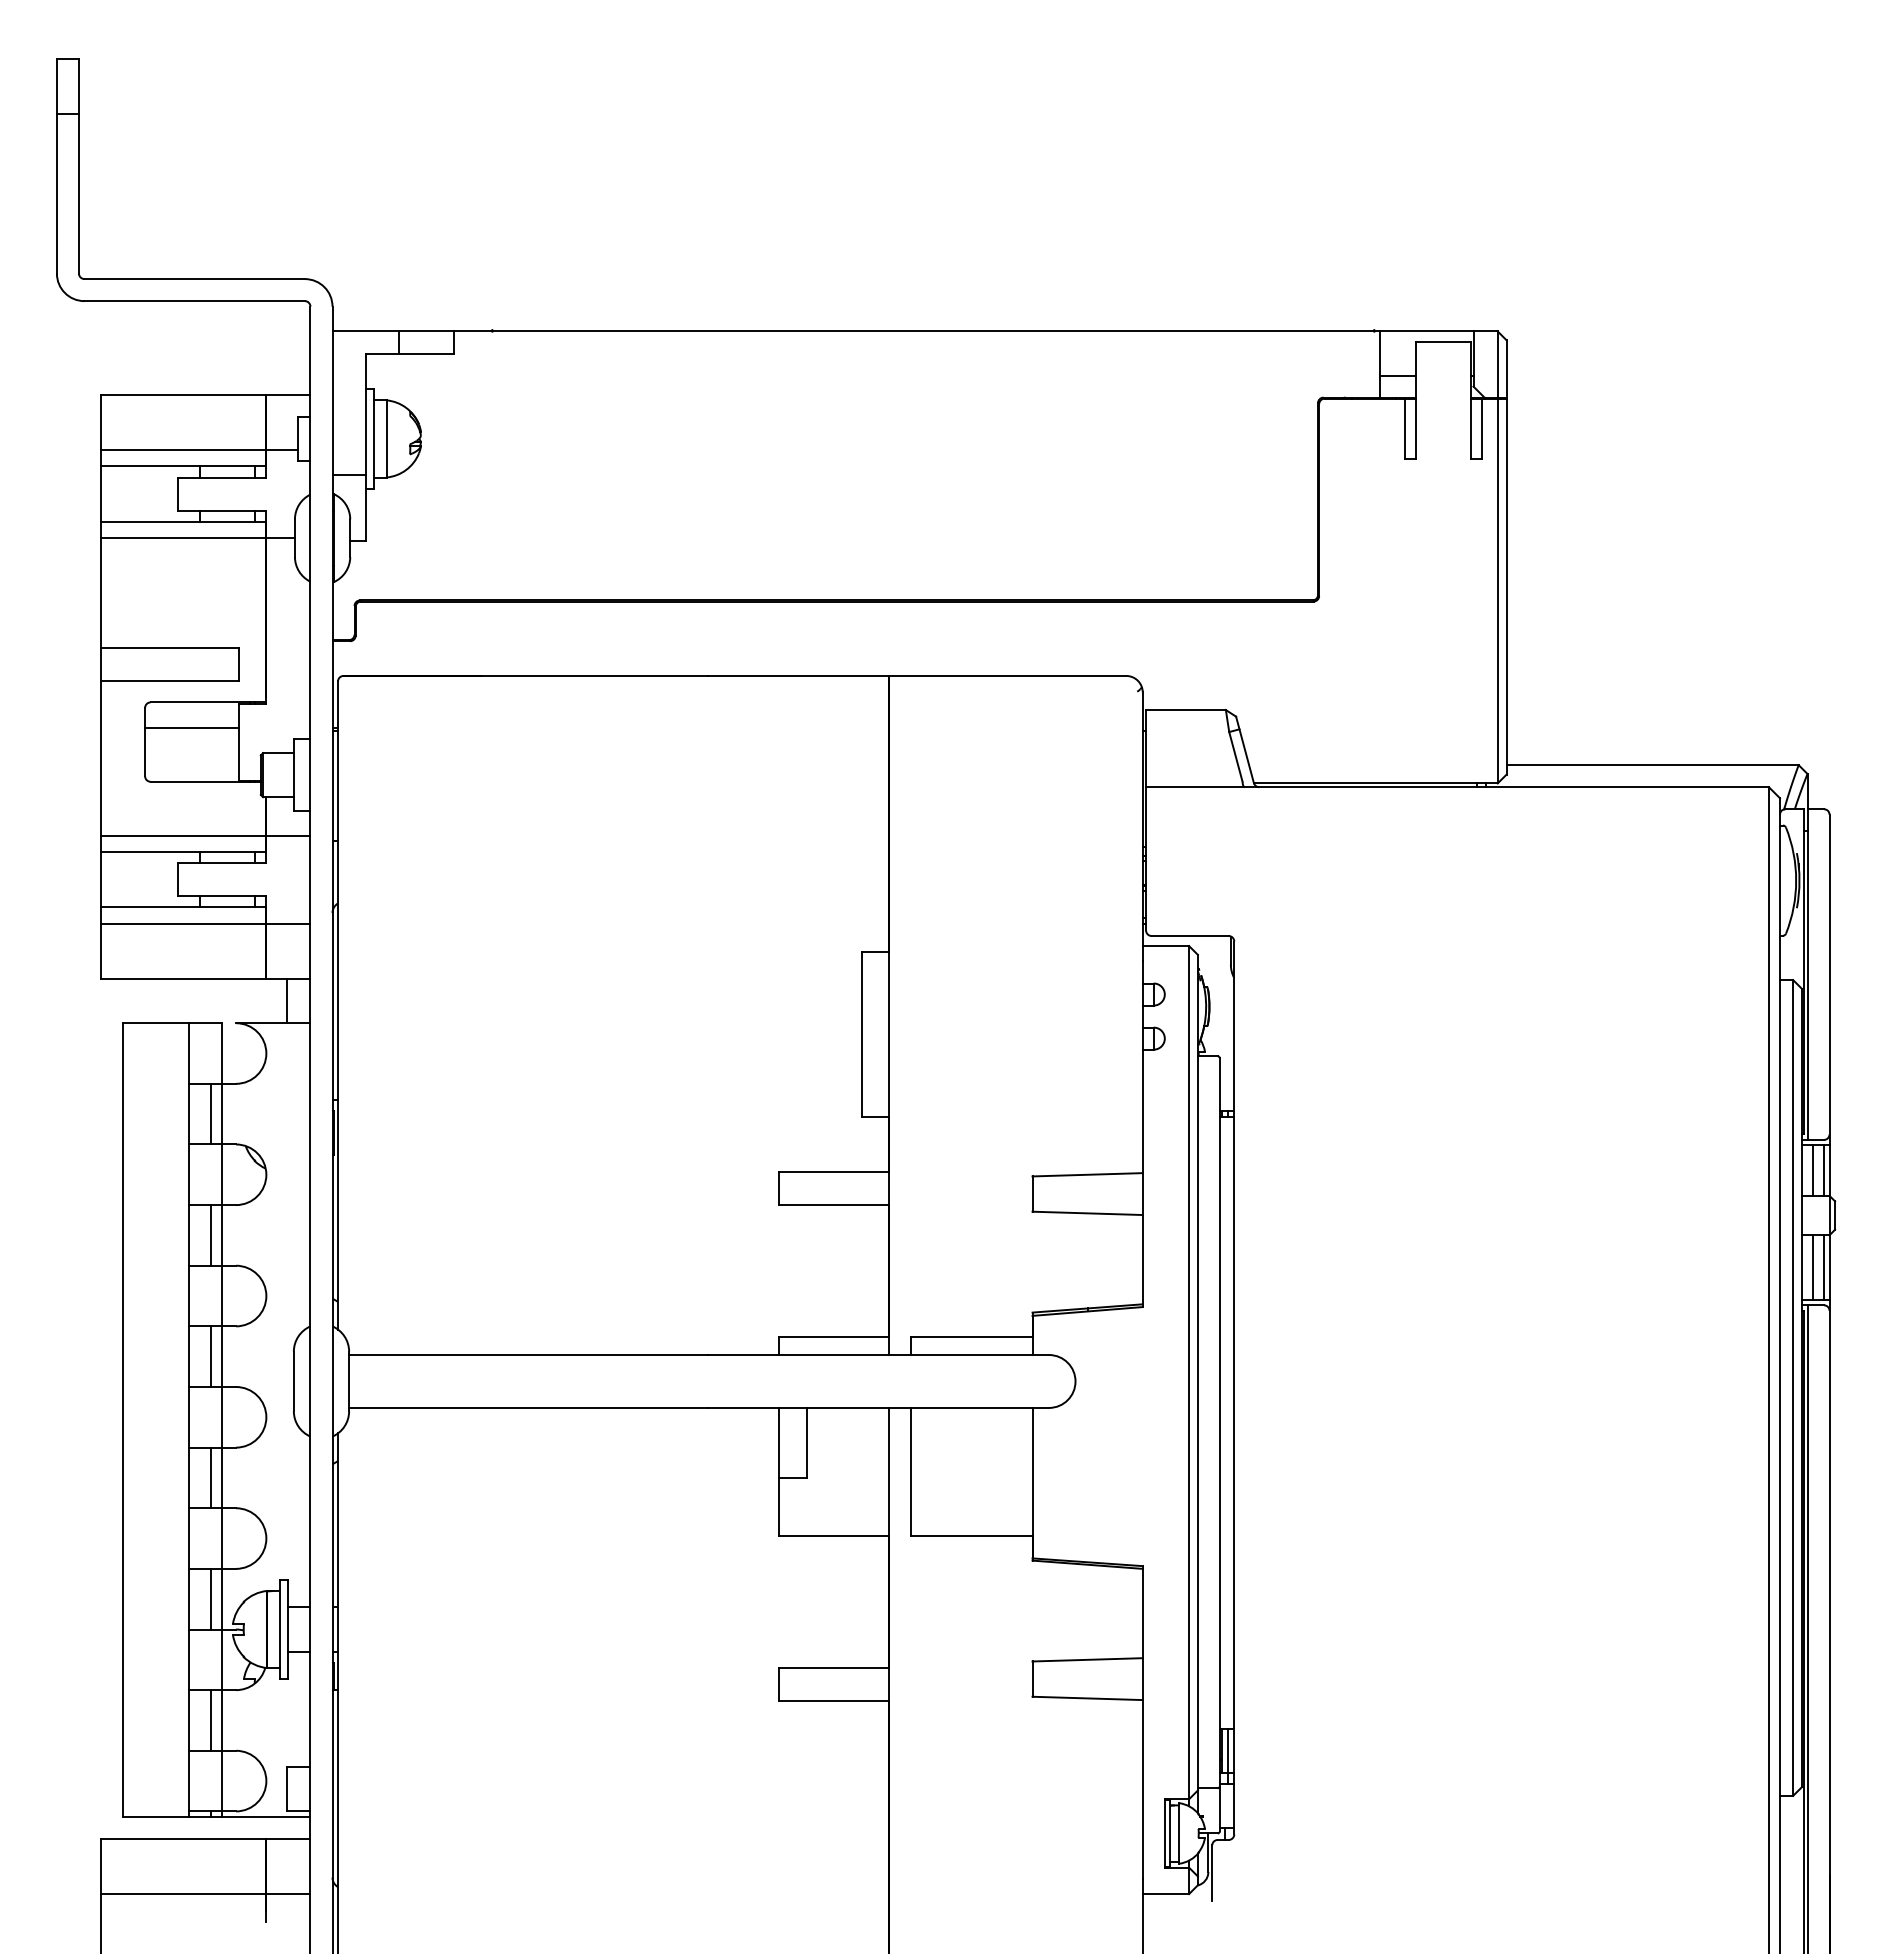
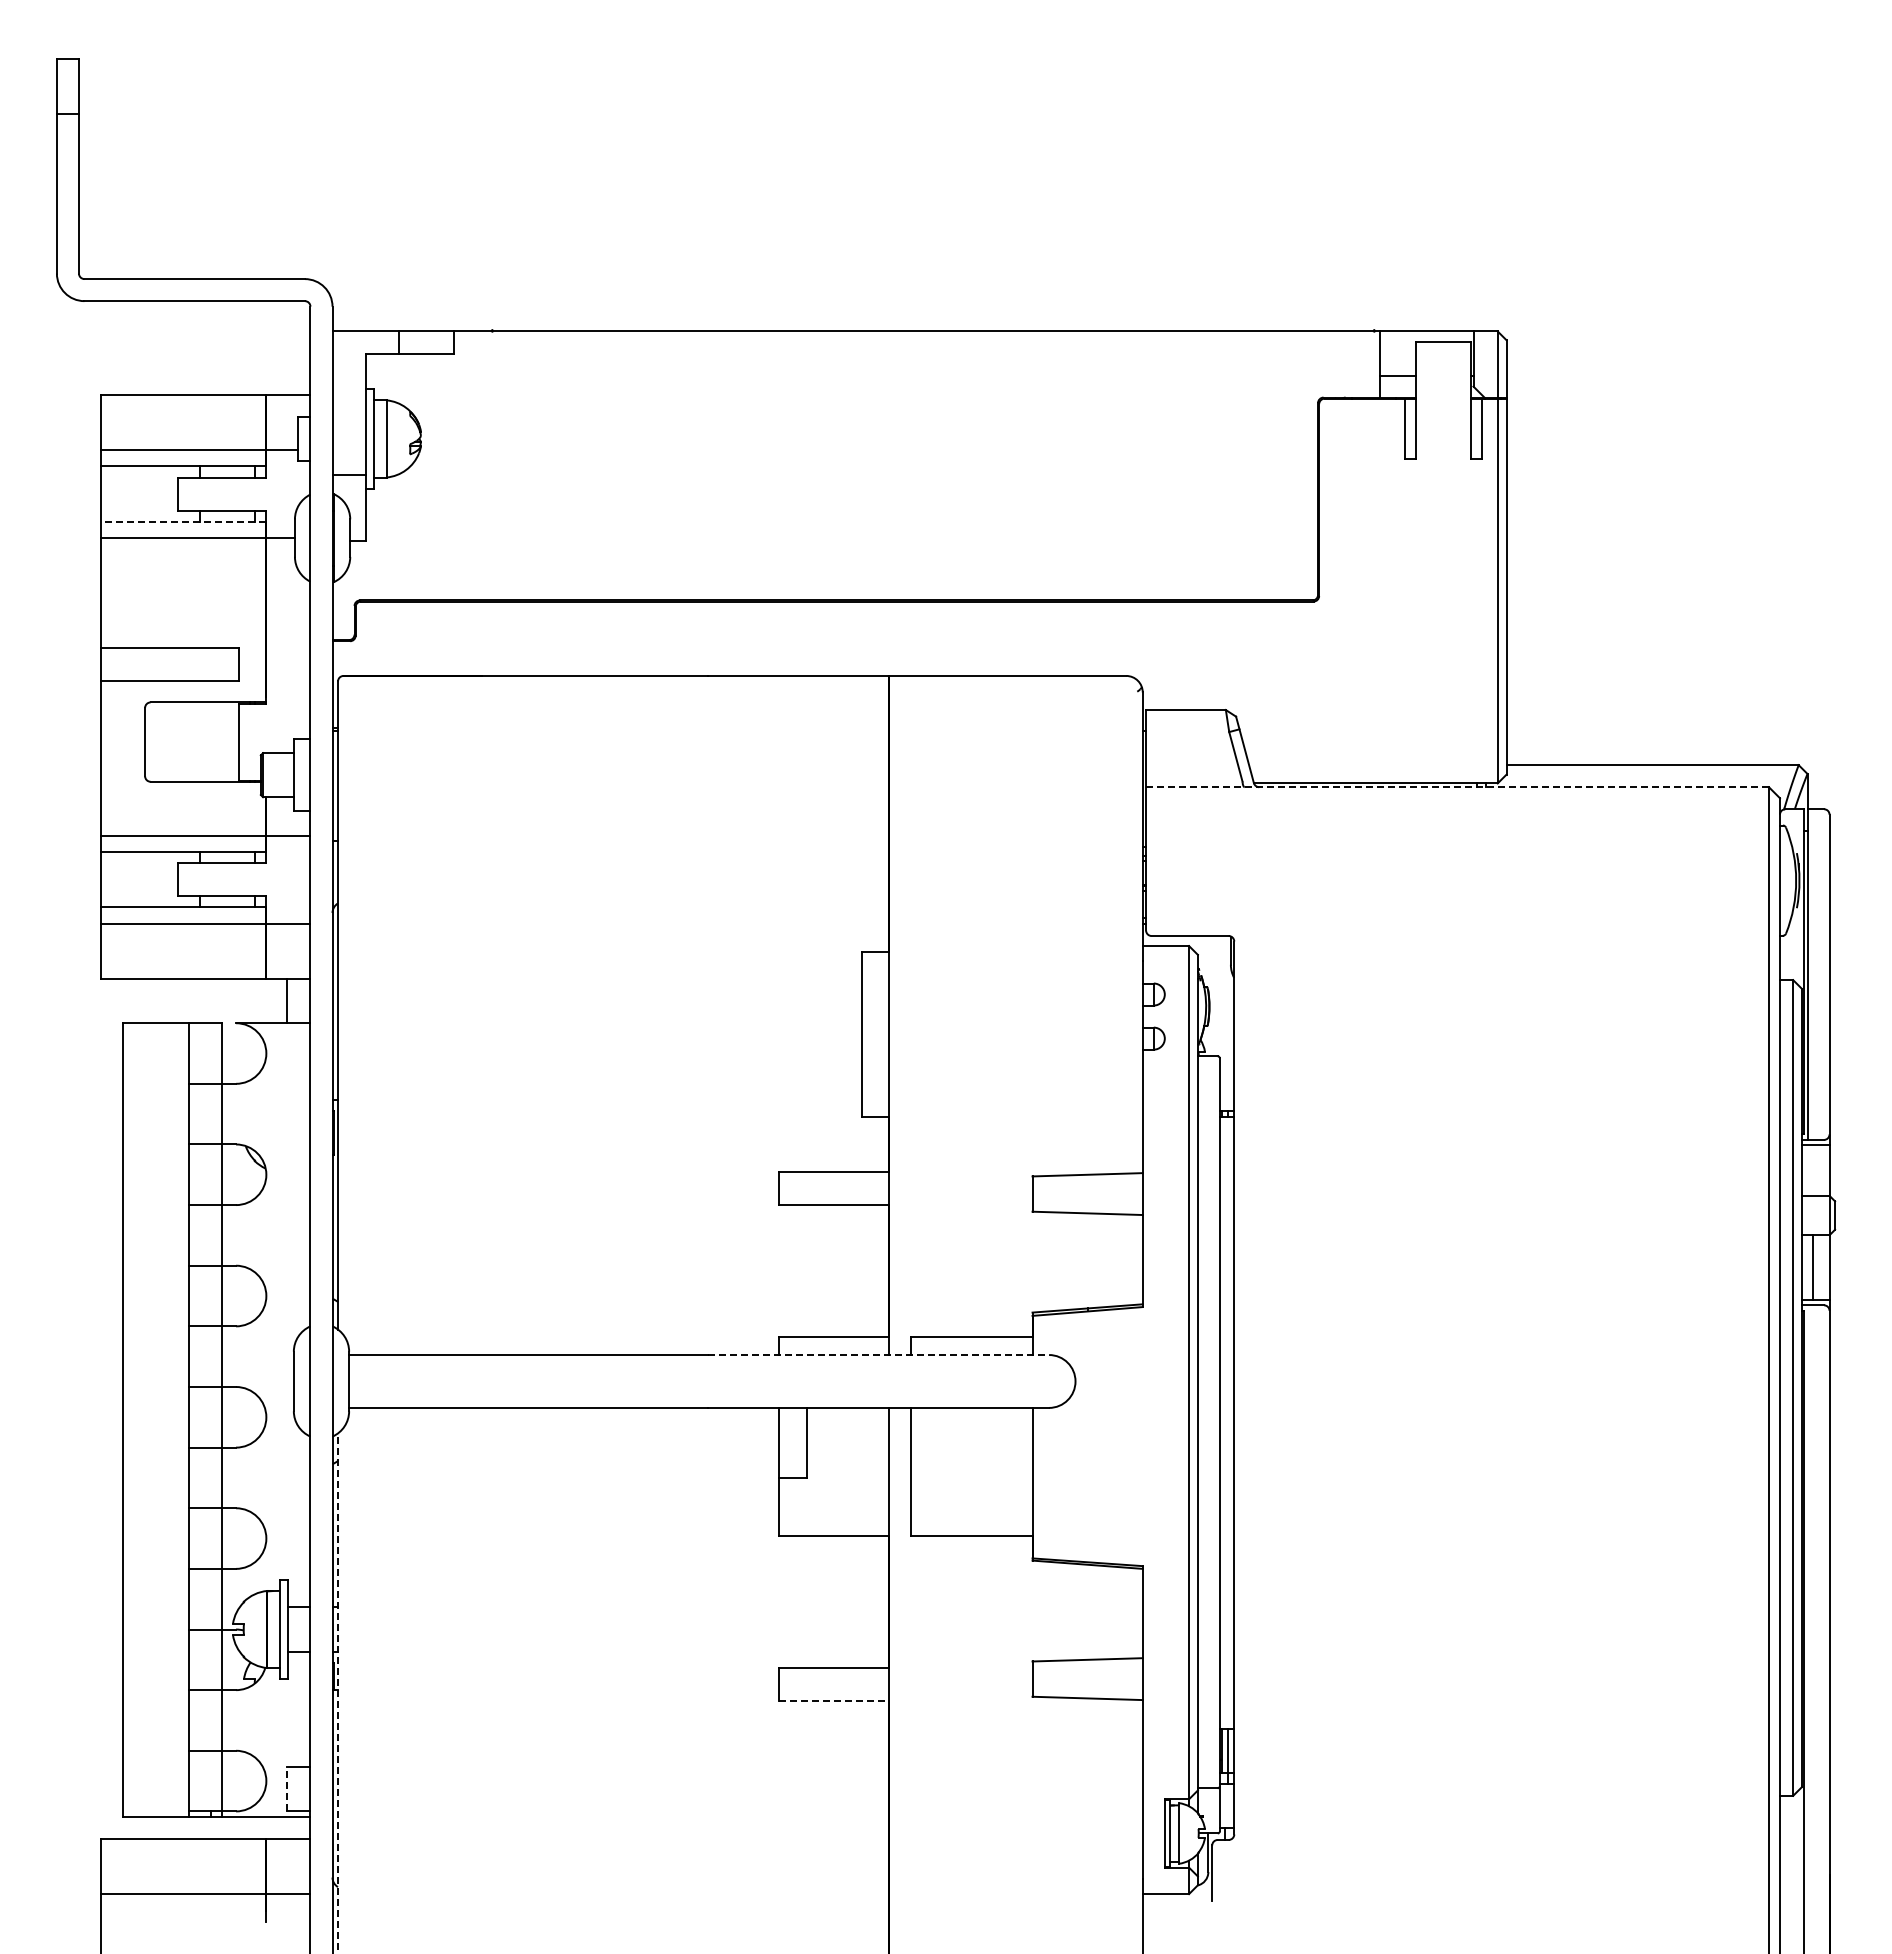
line at (183, 521): solid -> dashed
line at (191, 727): present -> none
line at (1457, 787): solid -> dashed
line at (211, 1113): present -> none
line at (1813, 1170): present -> none
line at (1824, 1170): present -> none
line at (211, 1235): present -> none
line at (1824, 1267): present -> none
line at (878, 1355): solid -> dashed
line at (211, 1356): present -> none
line at (211, 1477): present -> none
line at (211, 1598): present -> none
line at (1807, 1627): present -> none
line at (338, 1693): solid -> dashed
line at (834, 1701): solid -> dashed
line at (211, 1720): present -> none
line at (287, 1788): solid -> dashed
